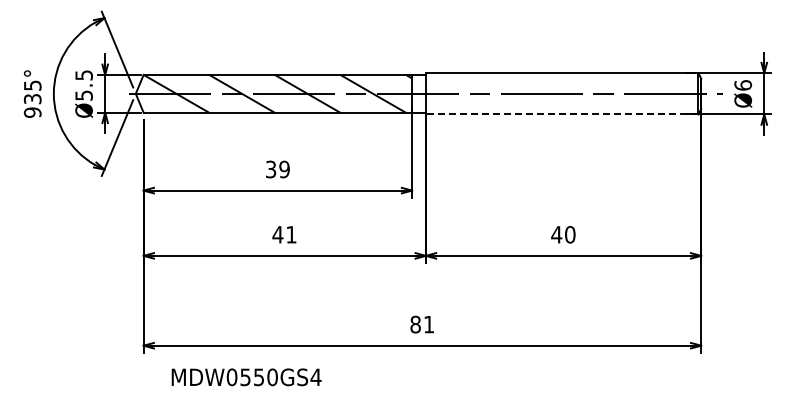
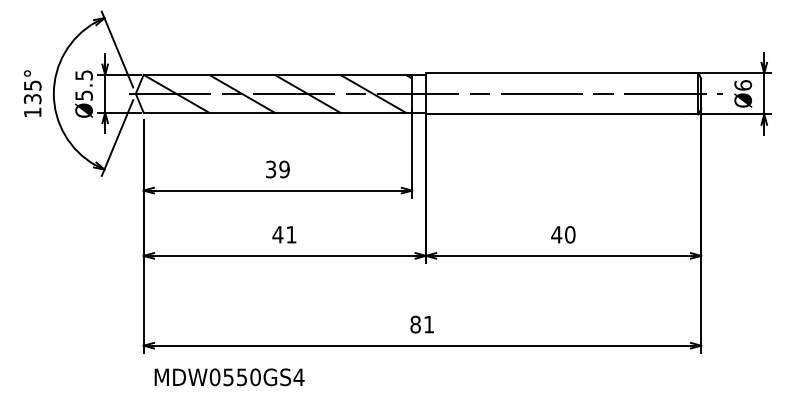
text at (32, 112): 935° -> 135°
line at (561, 114): dashed -> solid
text at (246, 377) position: (246, 377) -> (229, 377)
